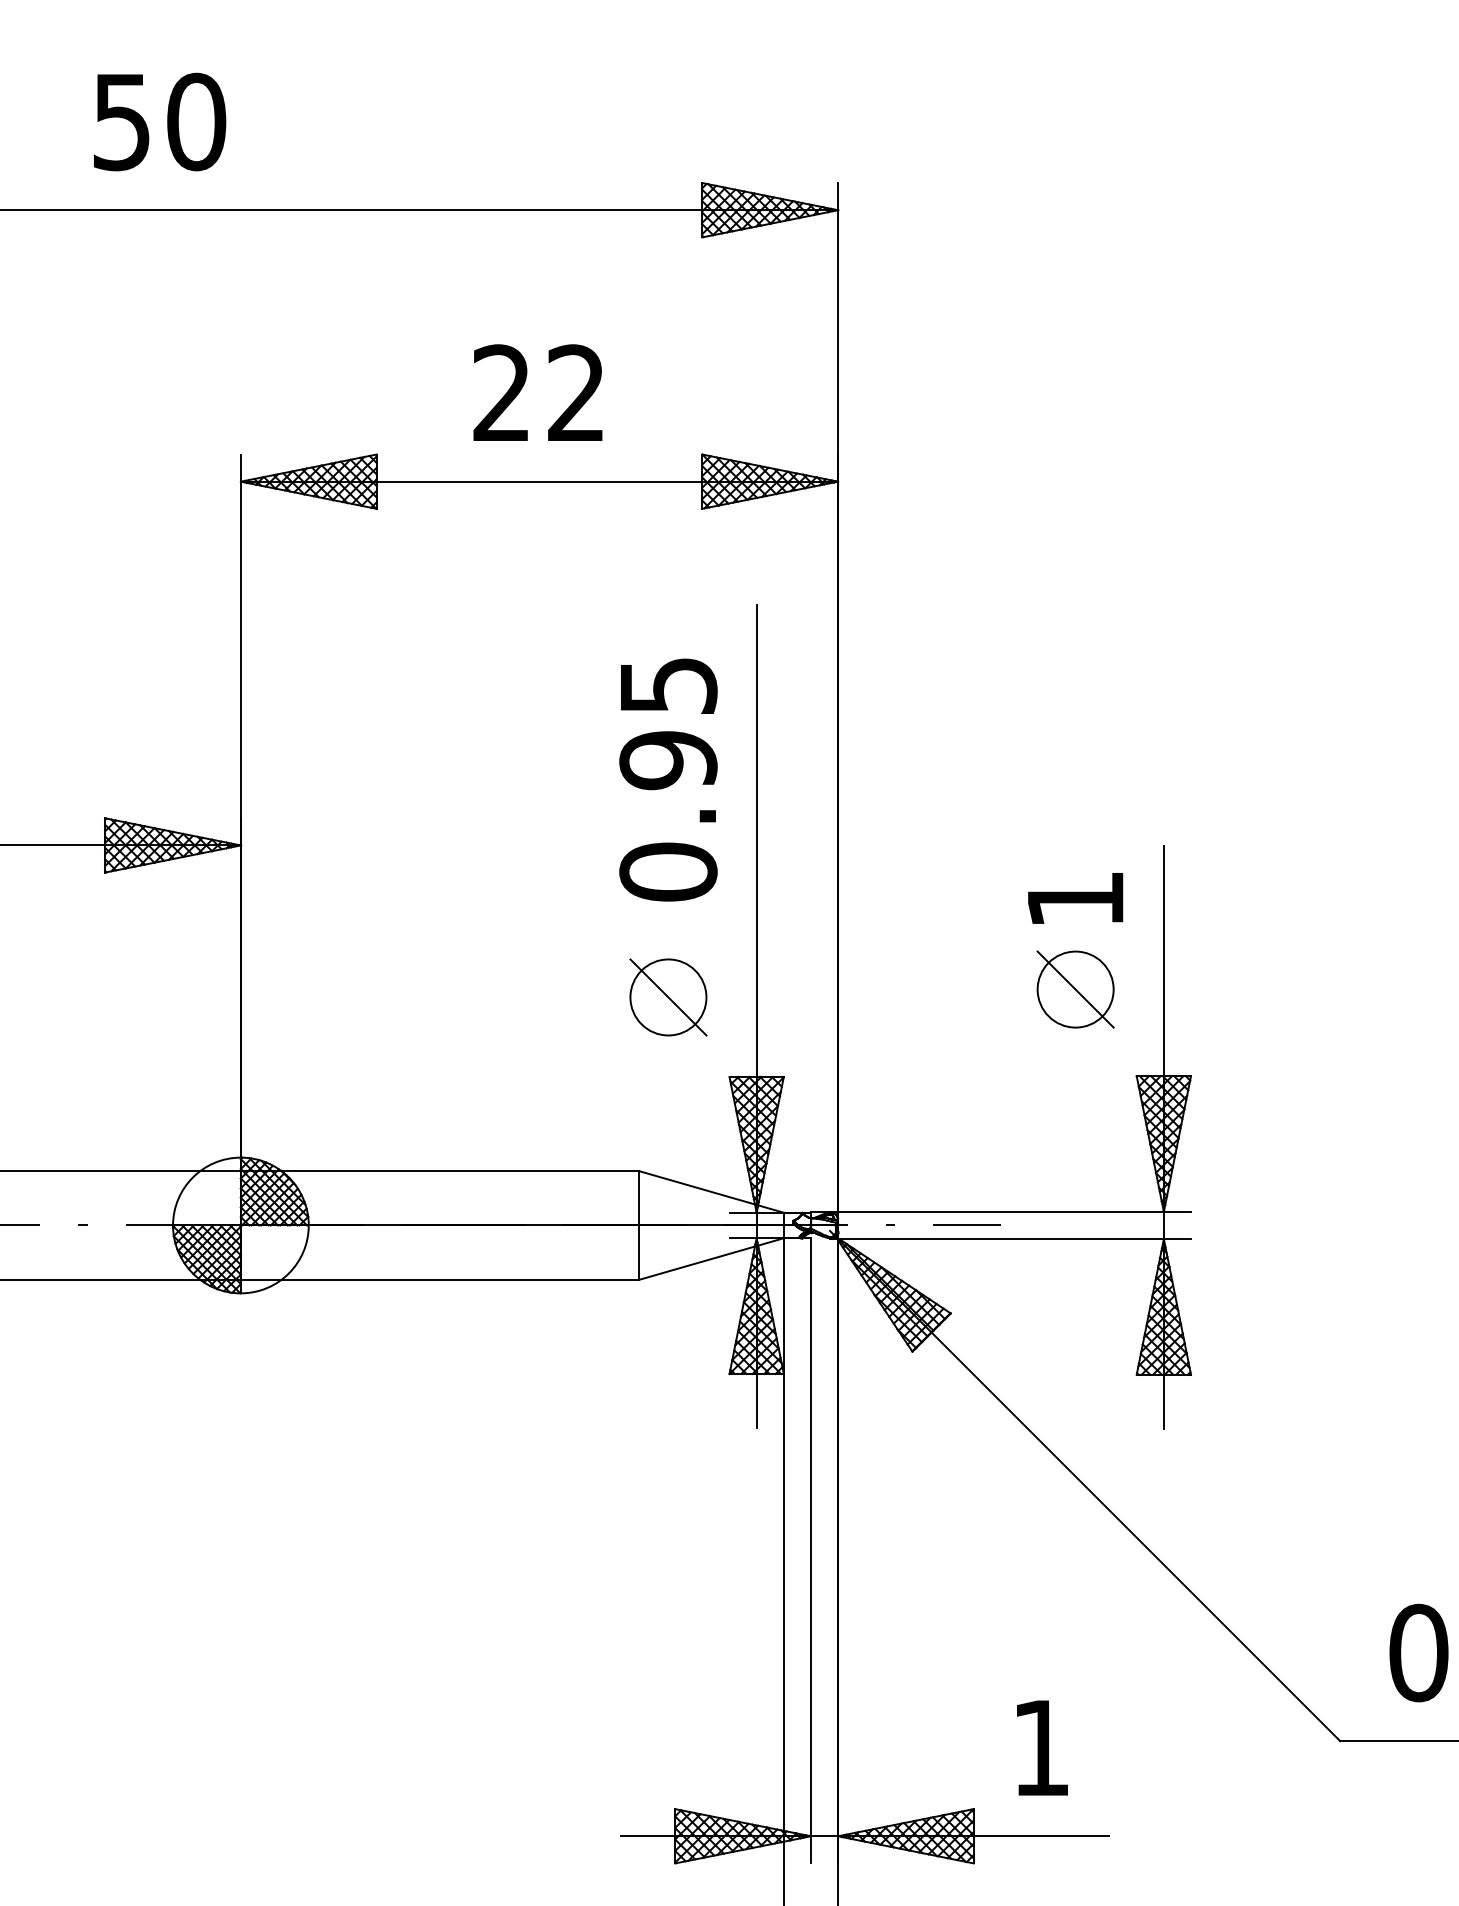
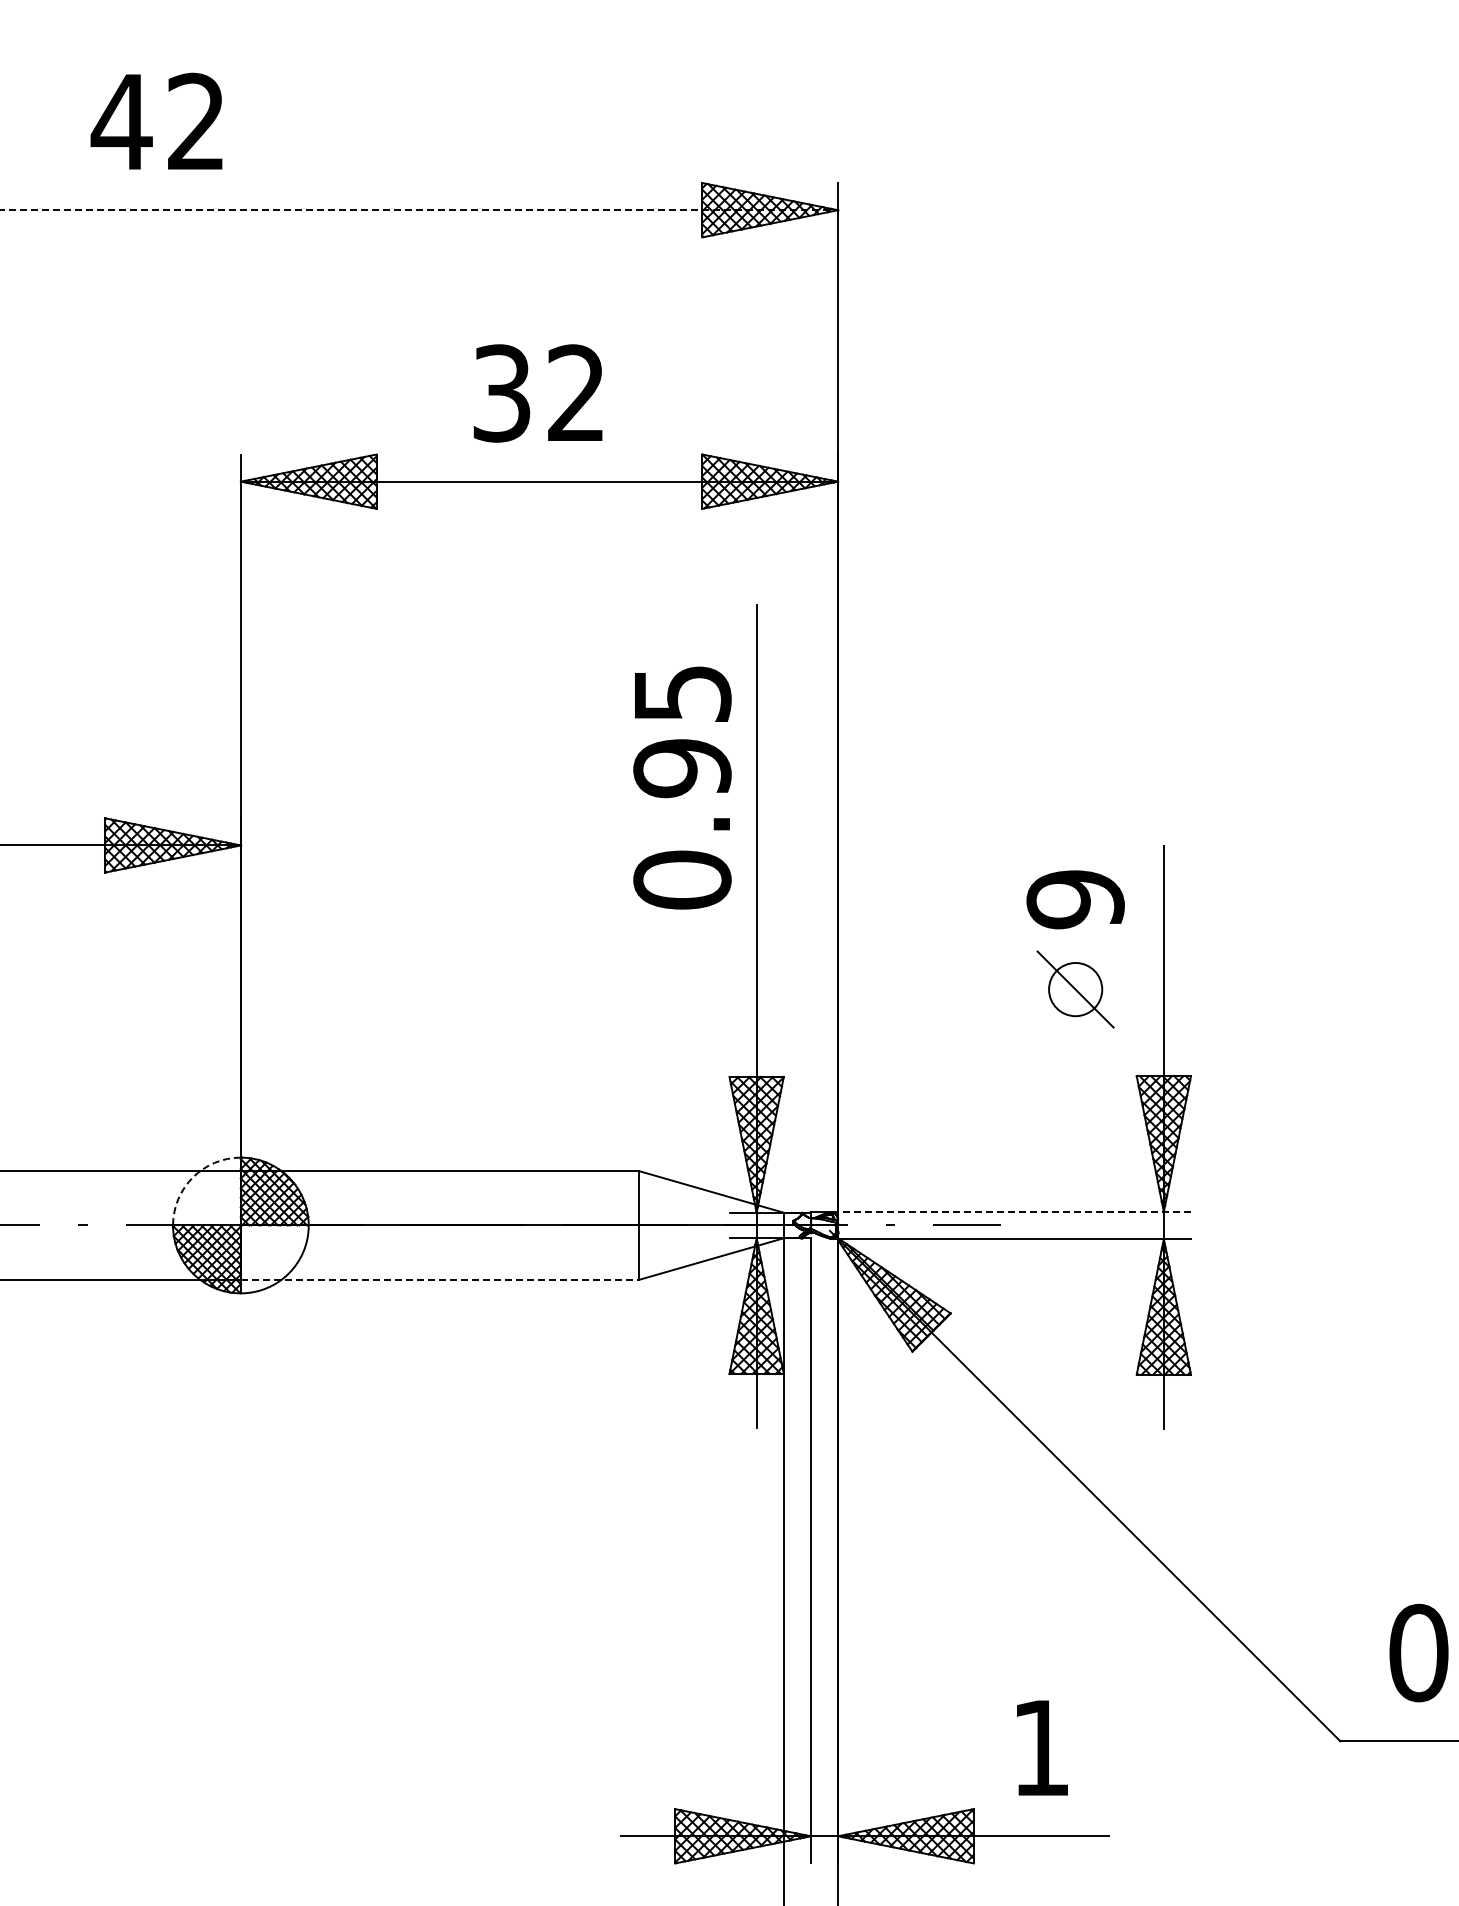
text at (158, 121): 50 -> 42
line at (419, 210): solid -> dashed
text at (501, 393): 22 -> 32
text at (668, 779) position: (668, 779) -> (682, 787)
text at (1075, 899): 1 -> 9
circle at (1075, 989) diameter: 76 px -> 53 px
part at (668, 997): present -> none
arc at (192, 1177): solid -> dashed
line at (1010, 1211): solid -> dashed
line at (440, 1279): solid -> dashed
